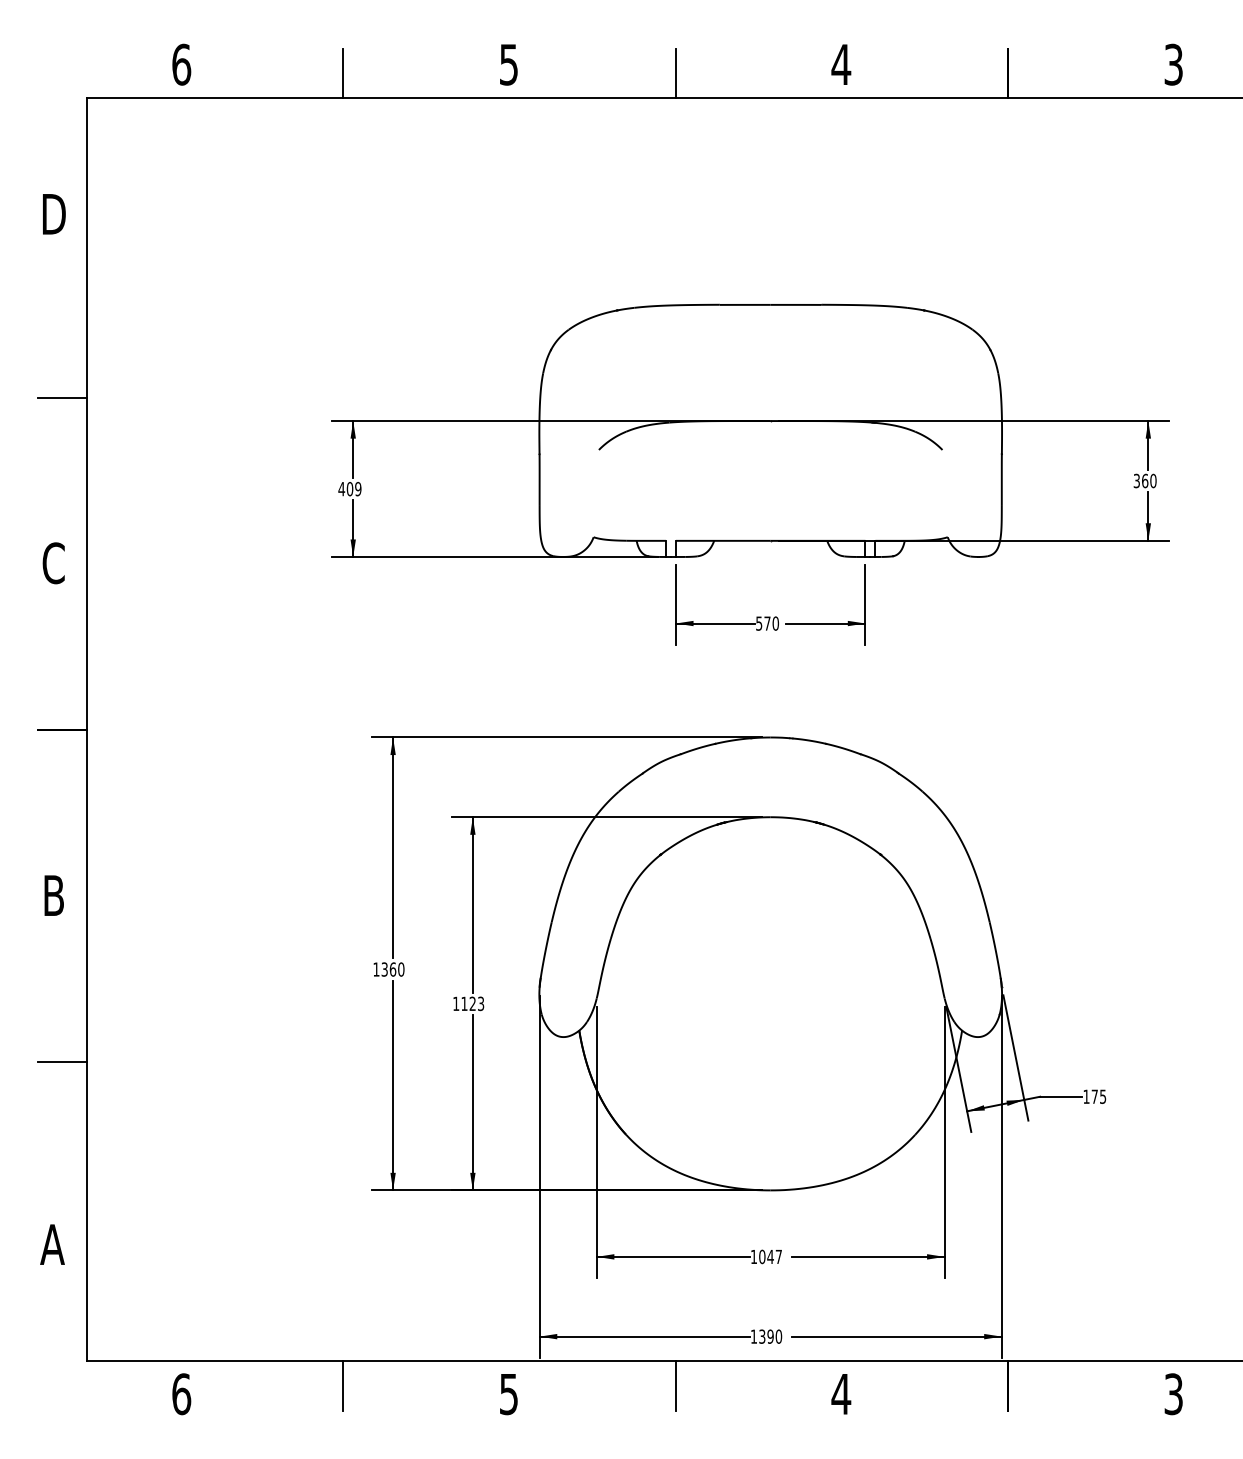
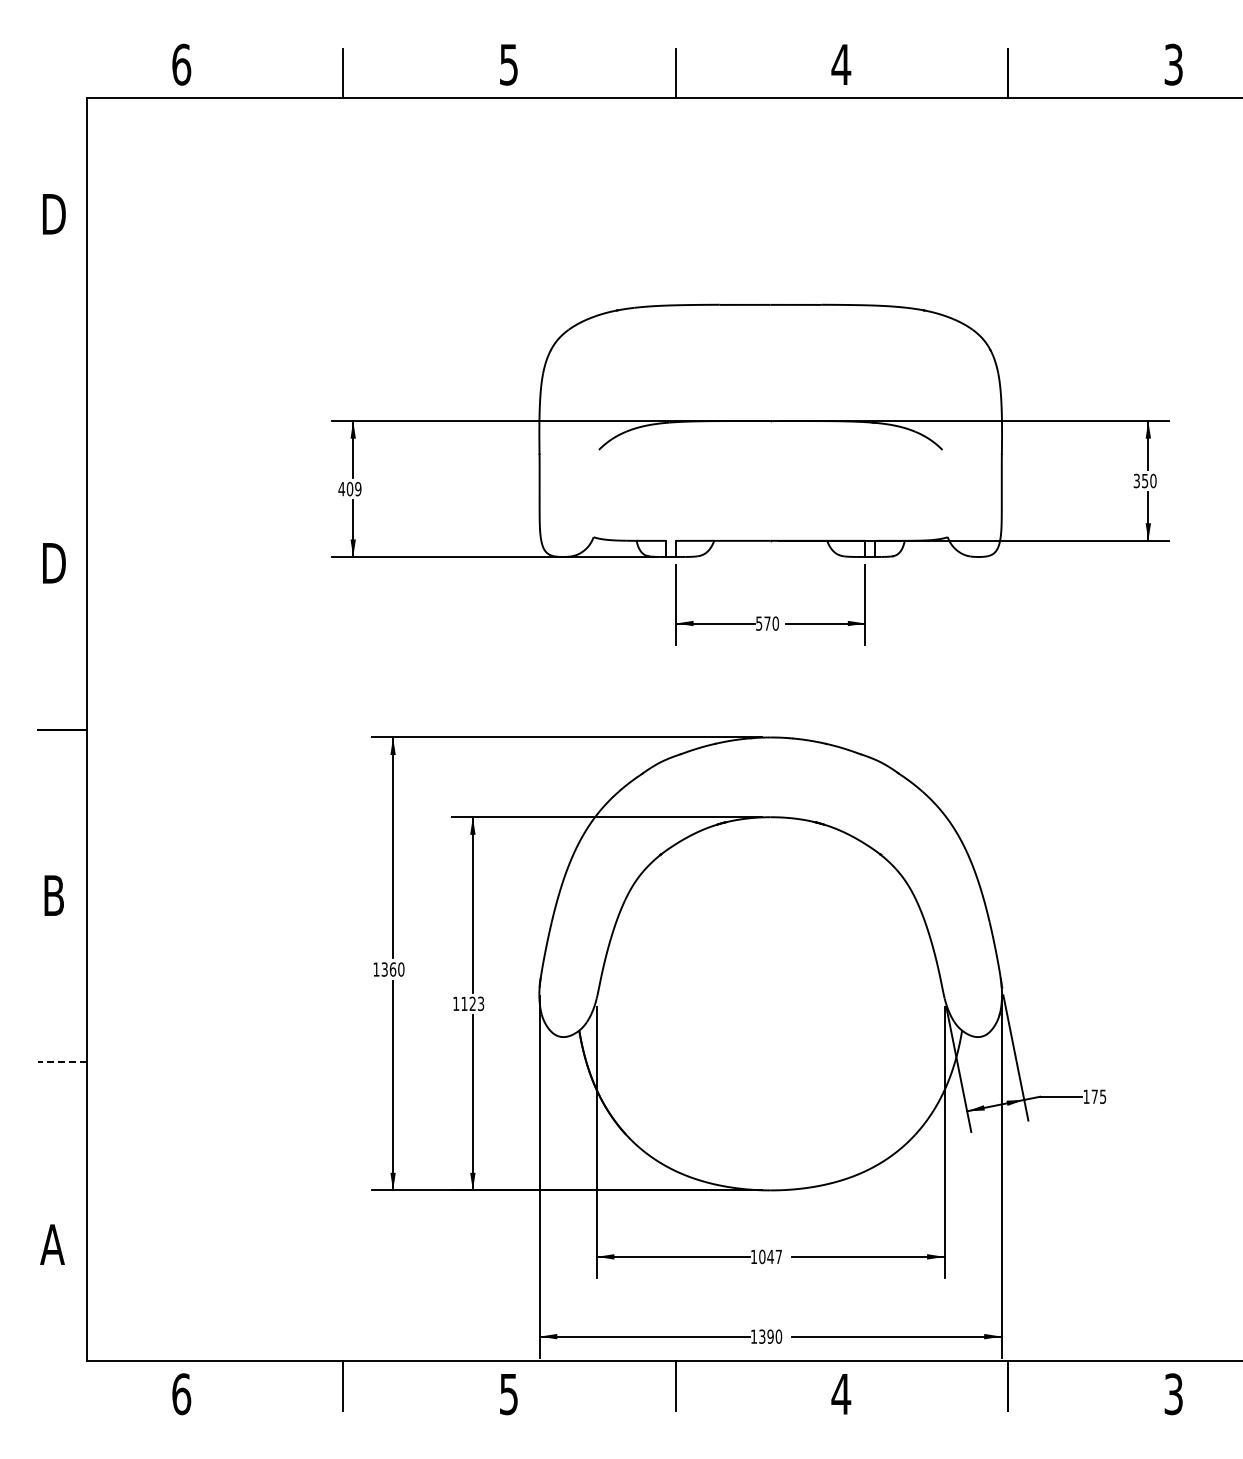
line at (62, 397): present -> none
text at (1145, 480): 360 -> 350
text at (53, 563): C -> D
line at (62, 1062): solid -> dashed
